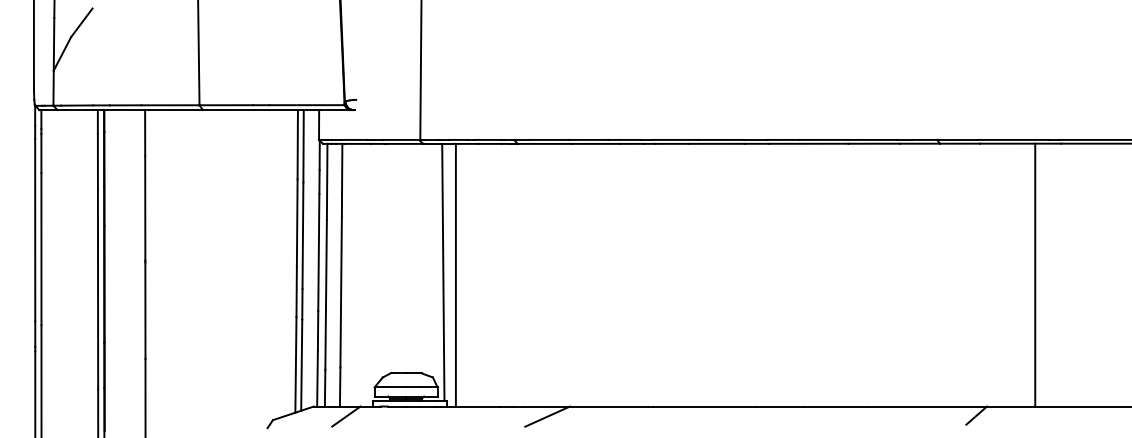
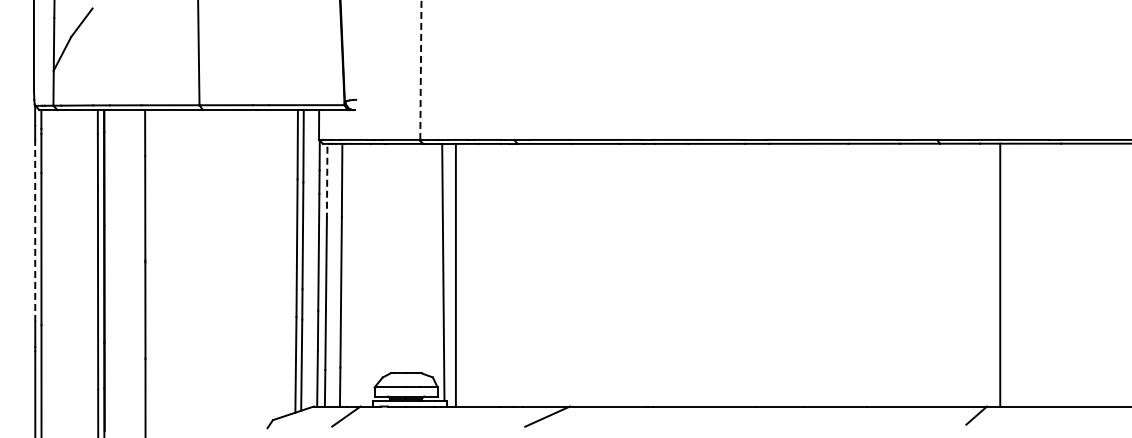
line at (420, 70): solid -> dashed
line at (327, 181): solid -> dashed
line at (35, 230): solid -> dashed
line at (1035, 274) position: (1035, 274) -> (1000, 274)
